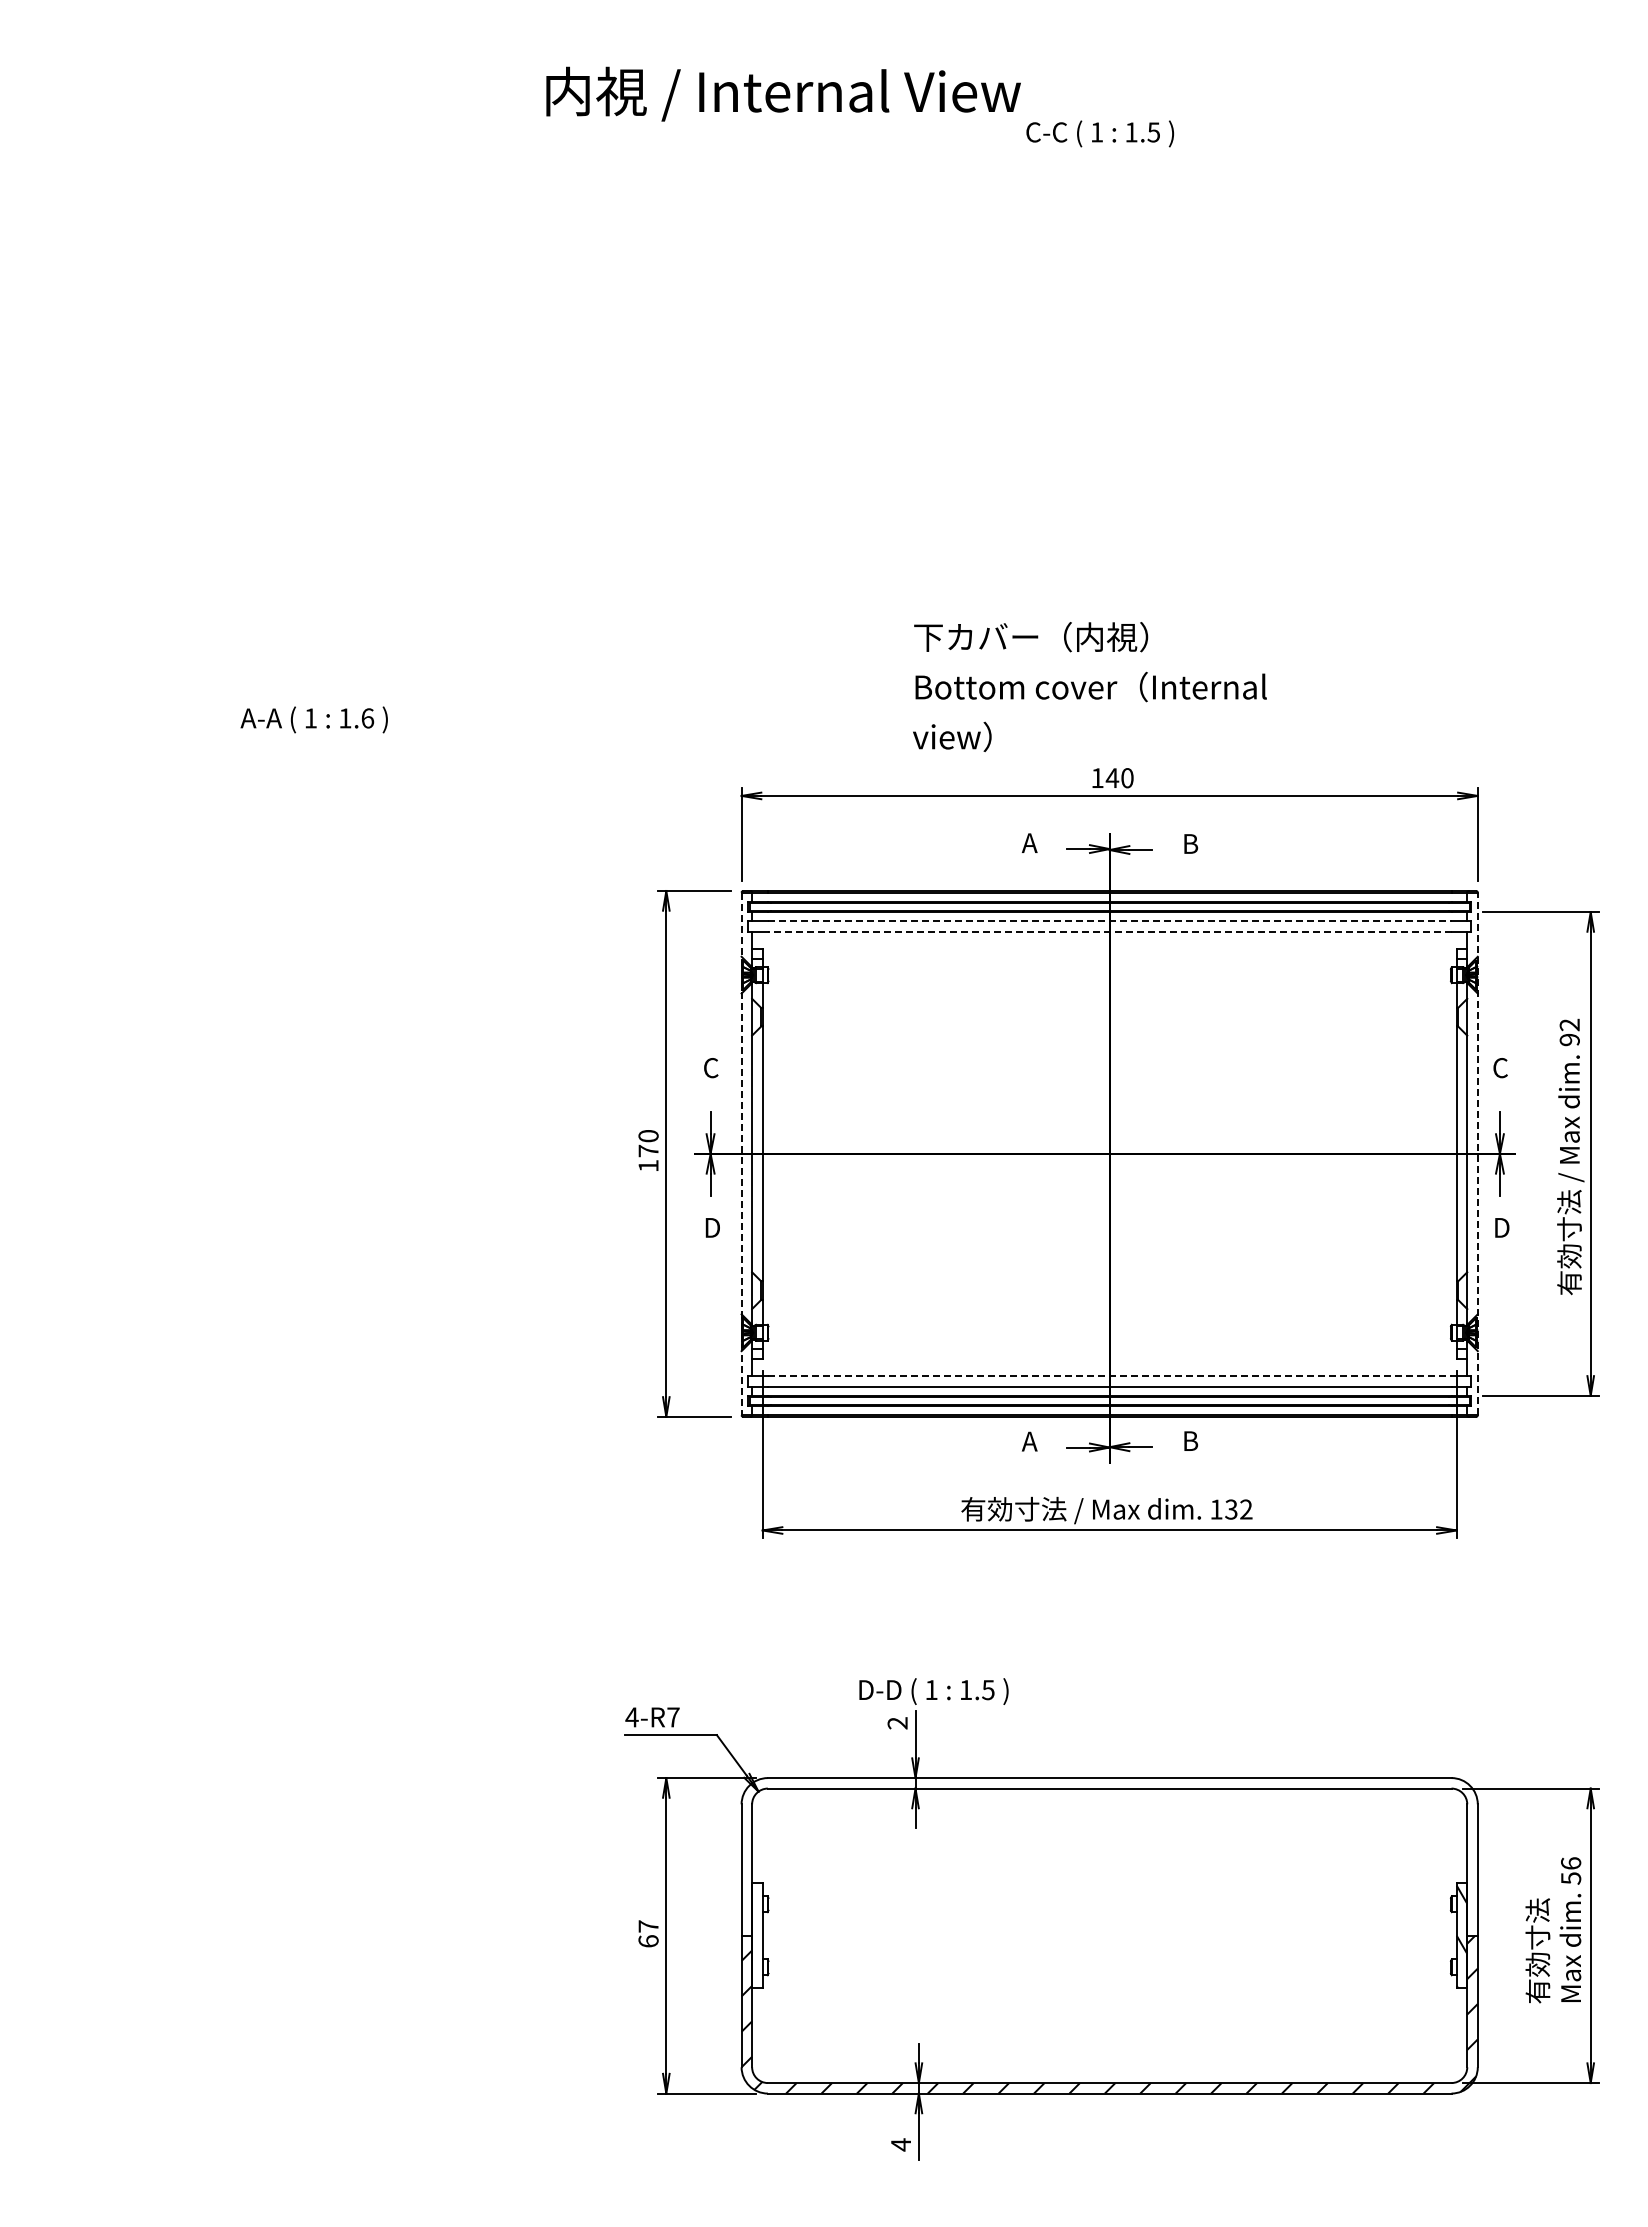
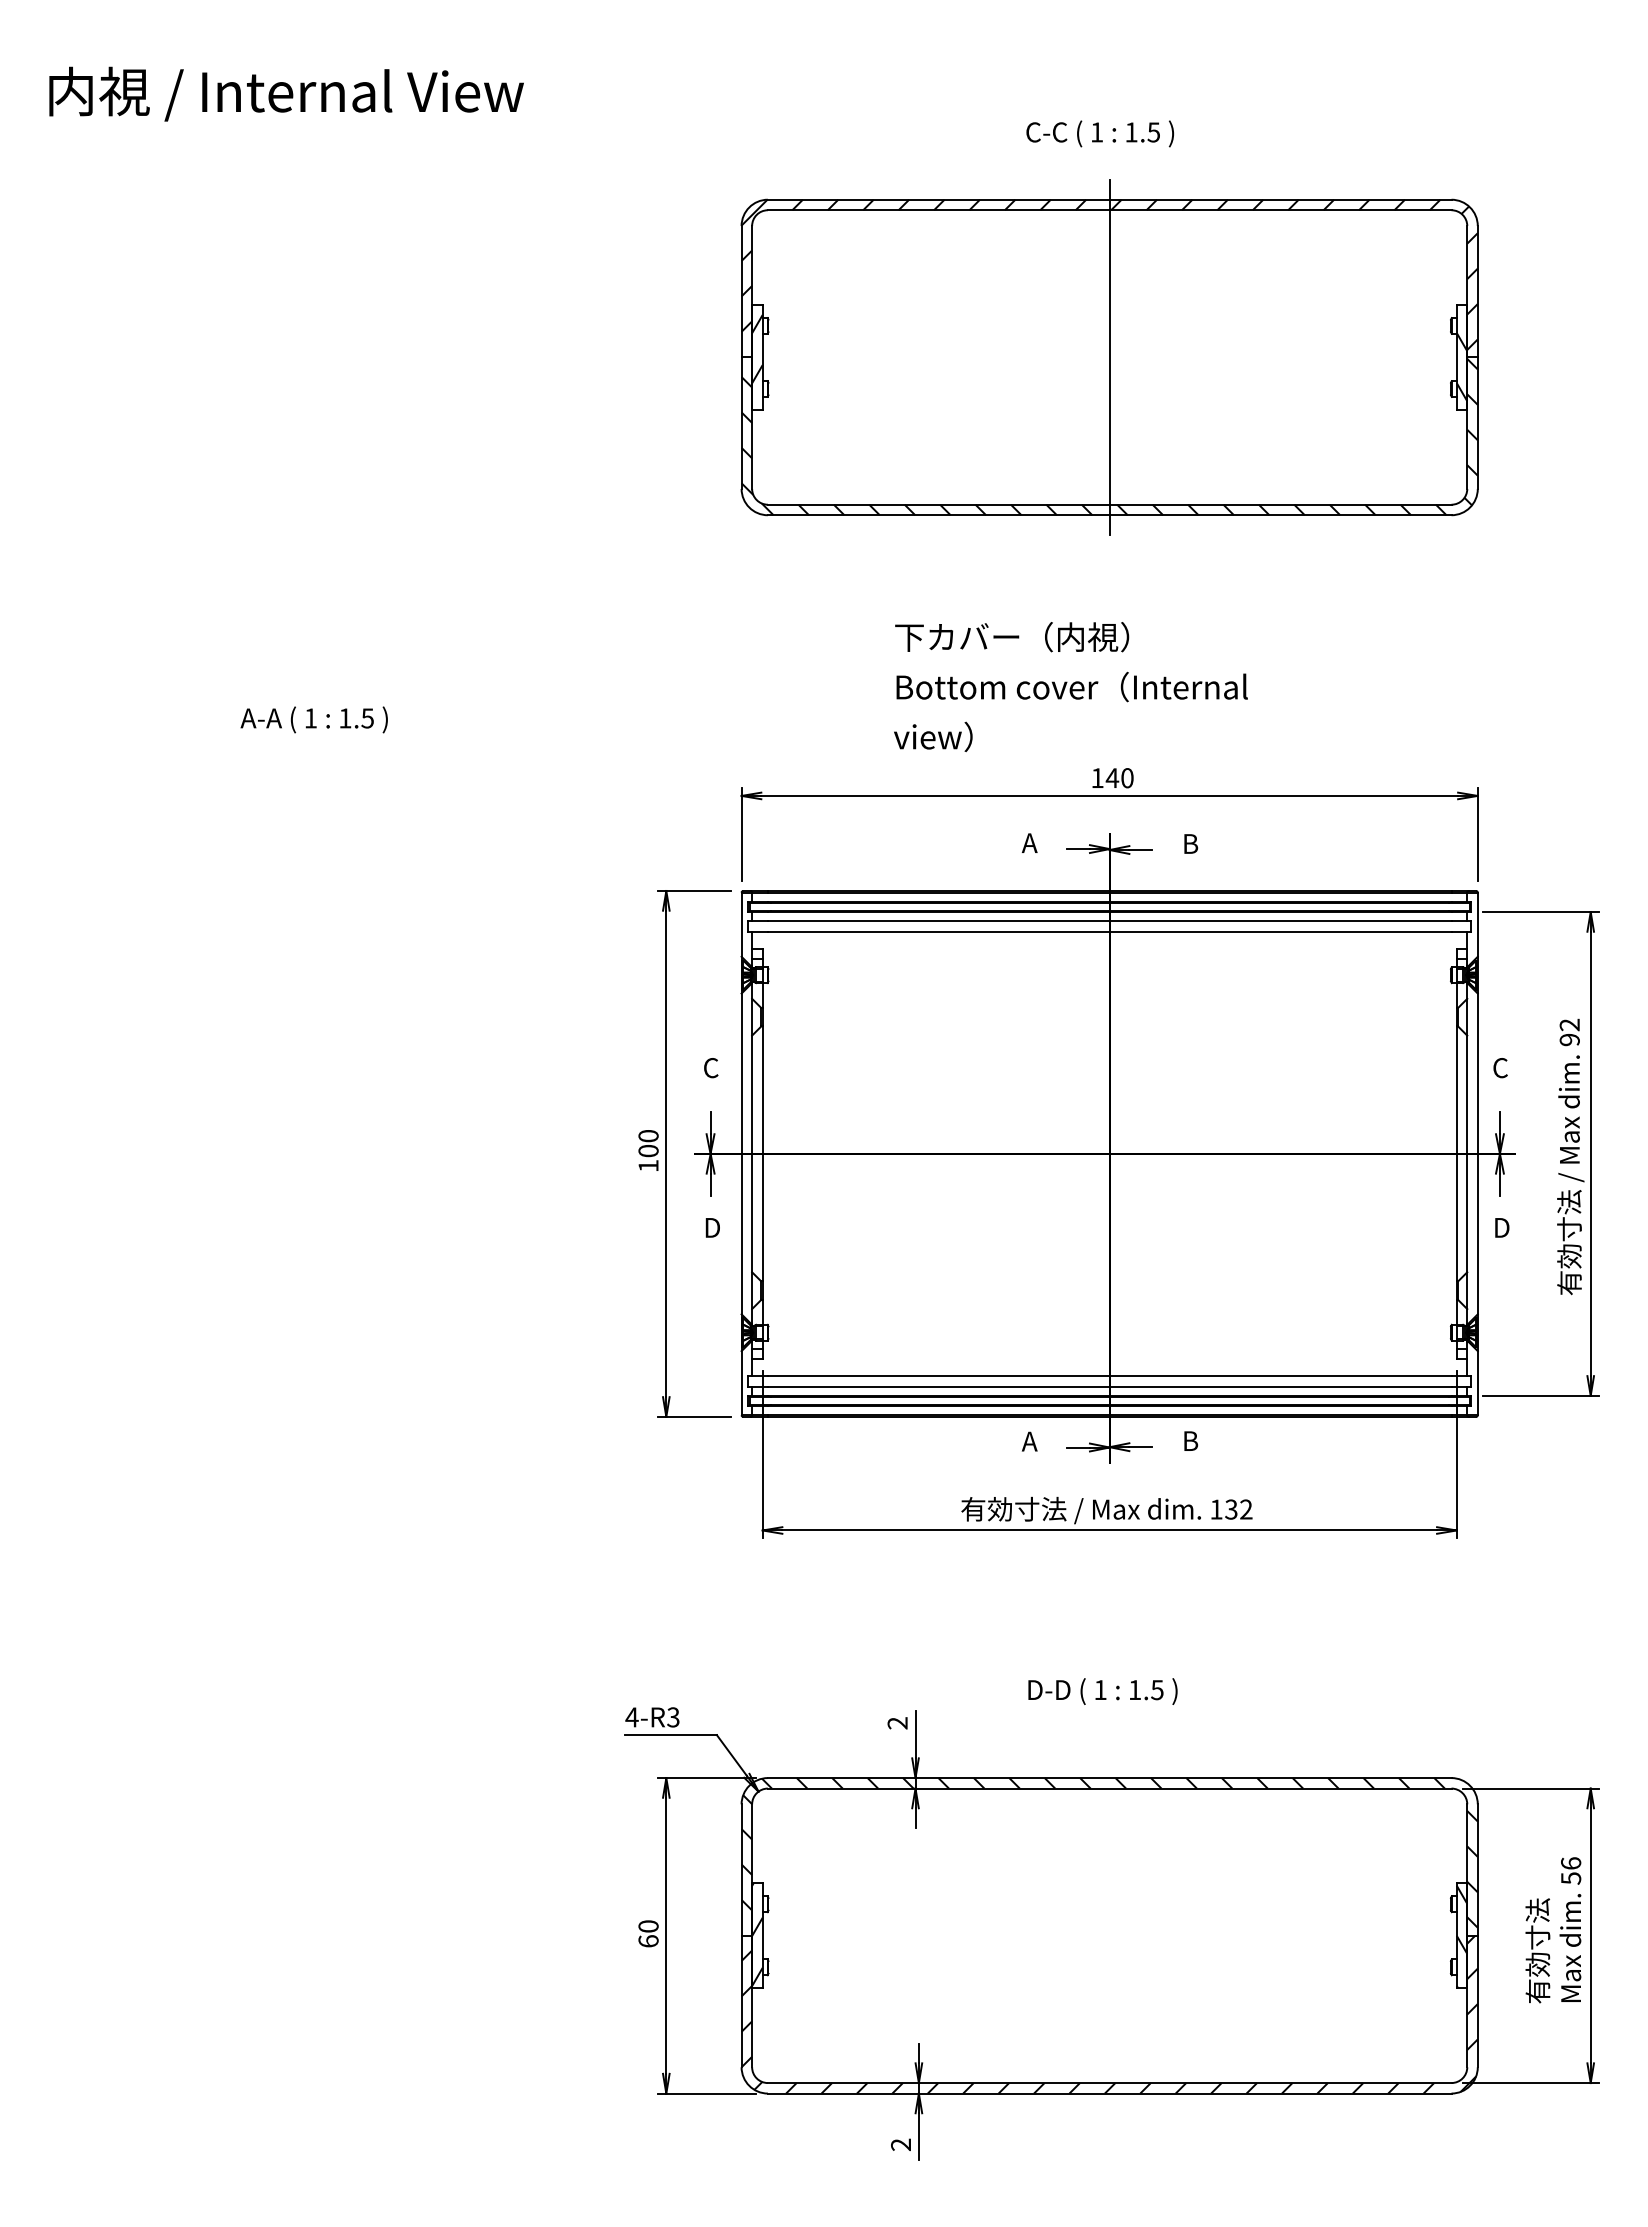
text at (783, 93) position: (783, 93) -> (286, 93)
part at (1109, 357): none -> present
text at (1089, 686) position: (1089, 686) -> (1070, 686)
text at (367, 718): 1.6 -> 1.5
line at (1109, 921): dashed -> solid
line at (1109, 931): dashed -> solid
text at (648, 1150): 170 -> 100
line at (1477, 1153): dashed -> solid
line at (741, 1154): dashed -> solid
line at (1109, 1376): dashed -> solid
text at (933, 1691) position: (933, 1691) -> (1102, 1691)
text at (673, 1717): 4-R7 -> 4-R3
hatch at (1109, 1856): none -> present
text at (648, 1926): 67 -> 60
hatch at (757, 1934): none -> present
text at (900, 2144): 4 -> 2
